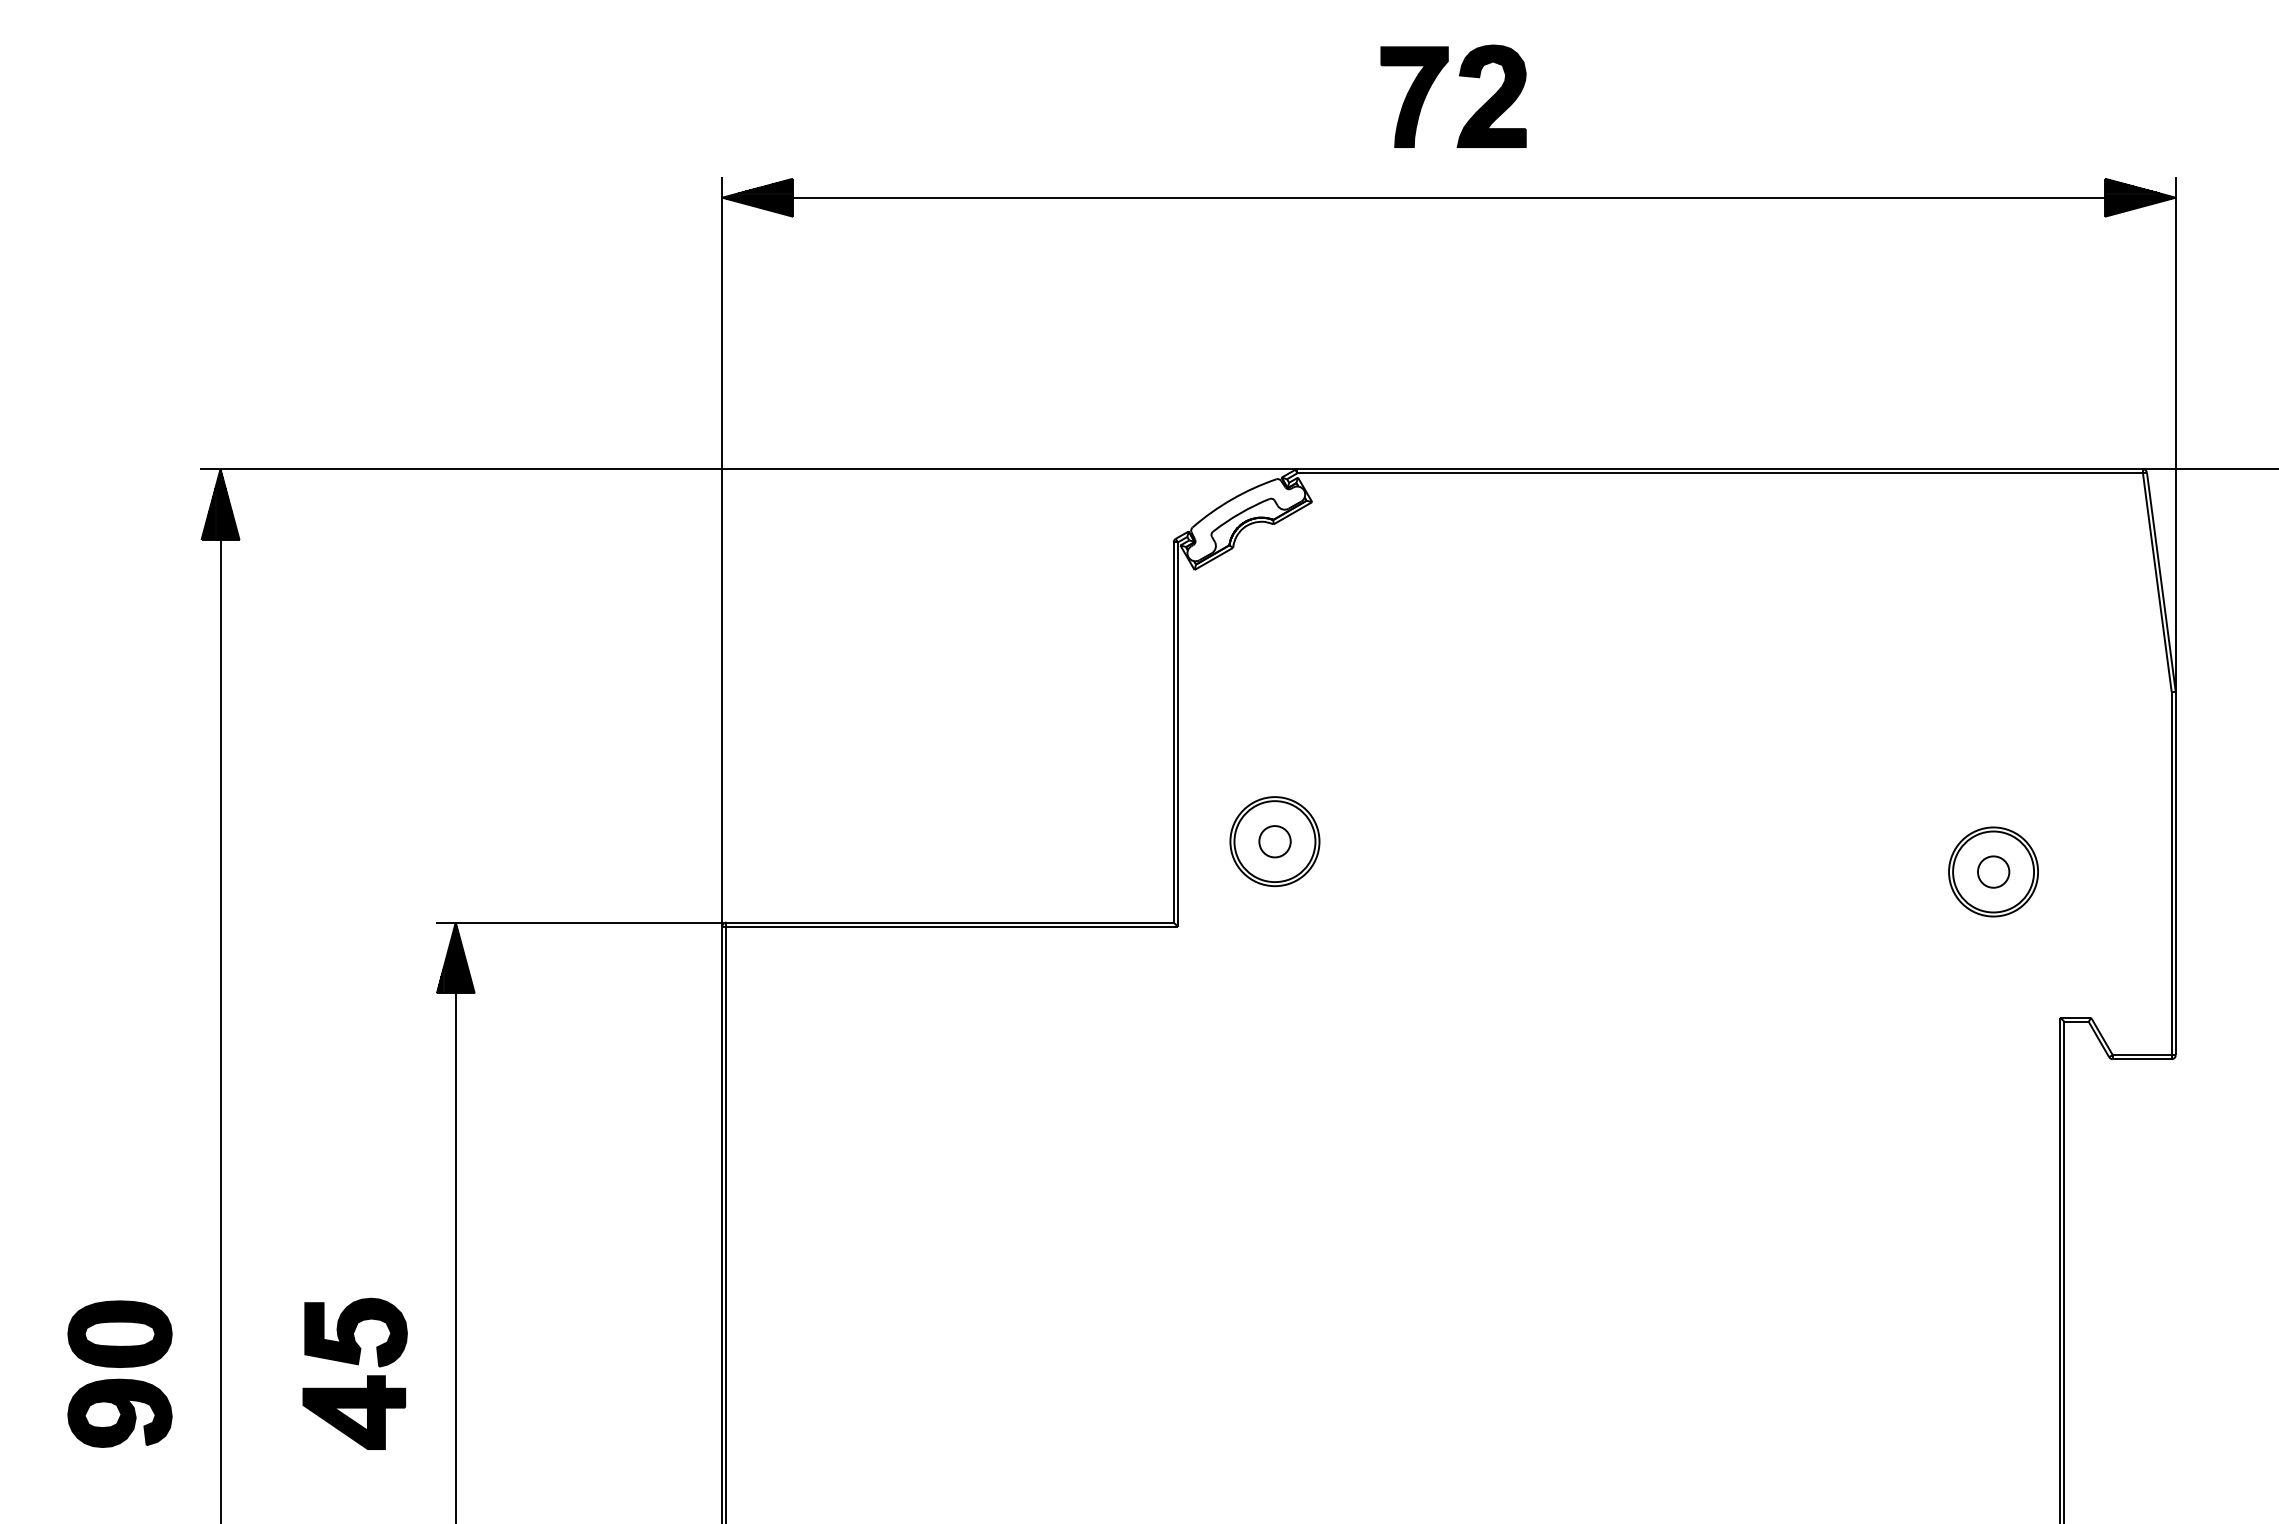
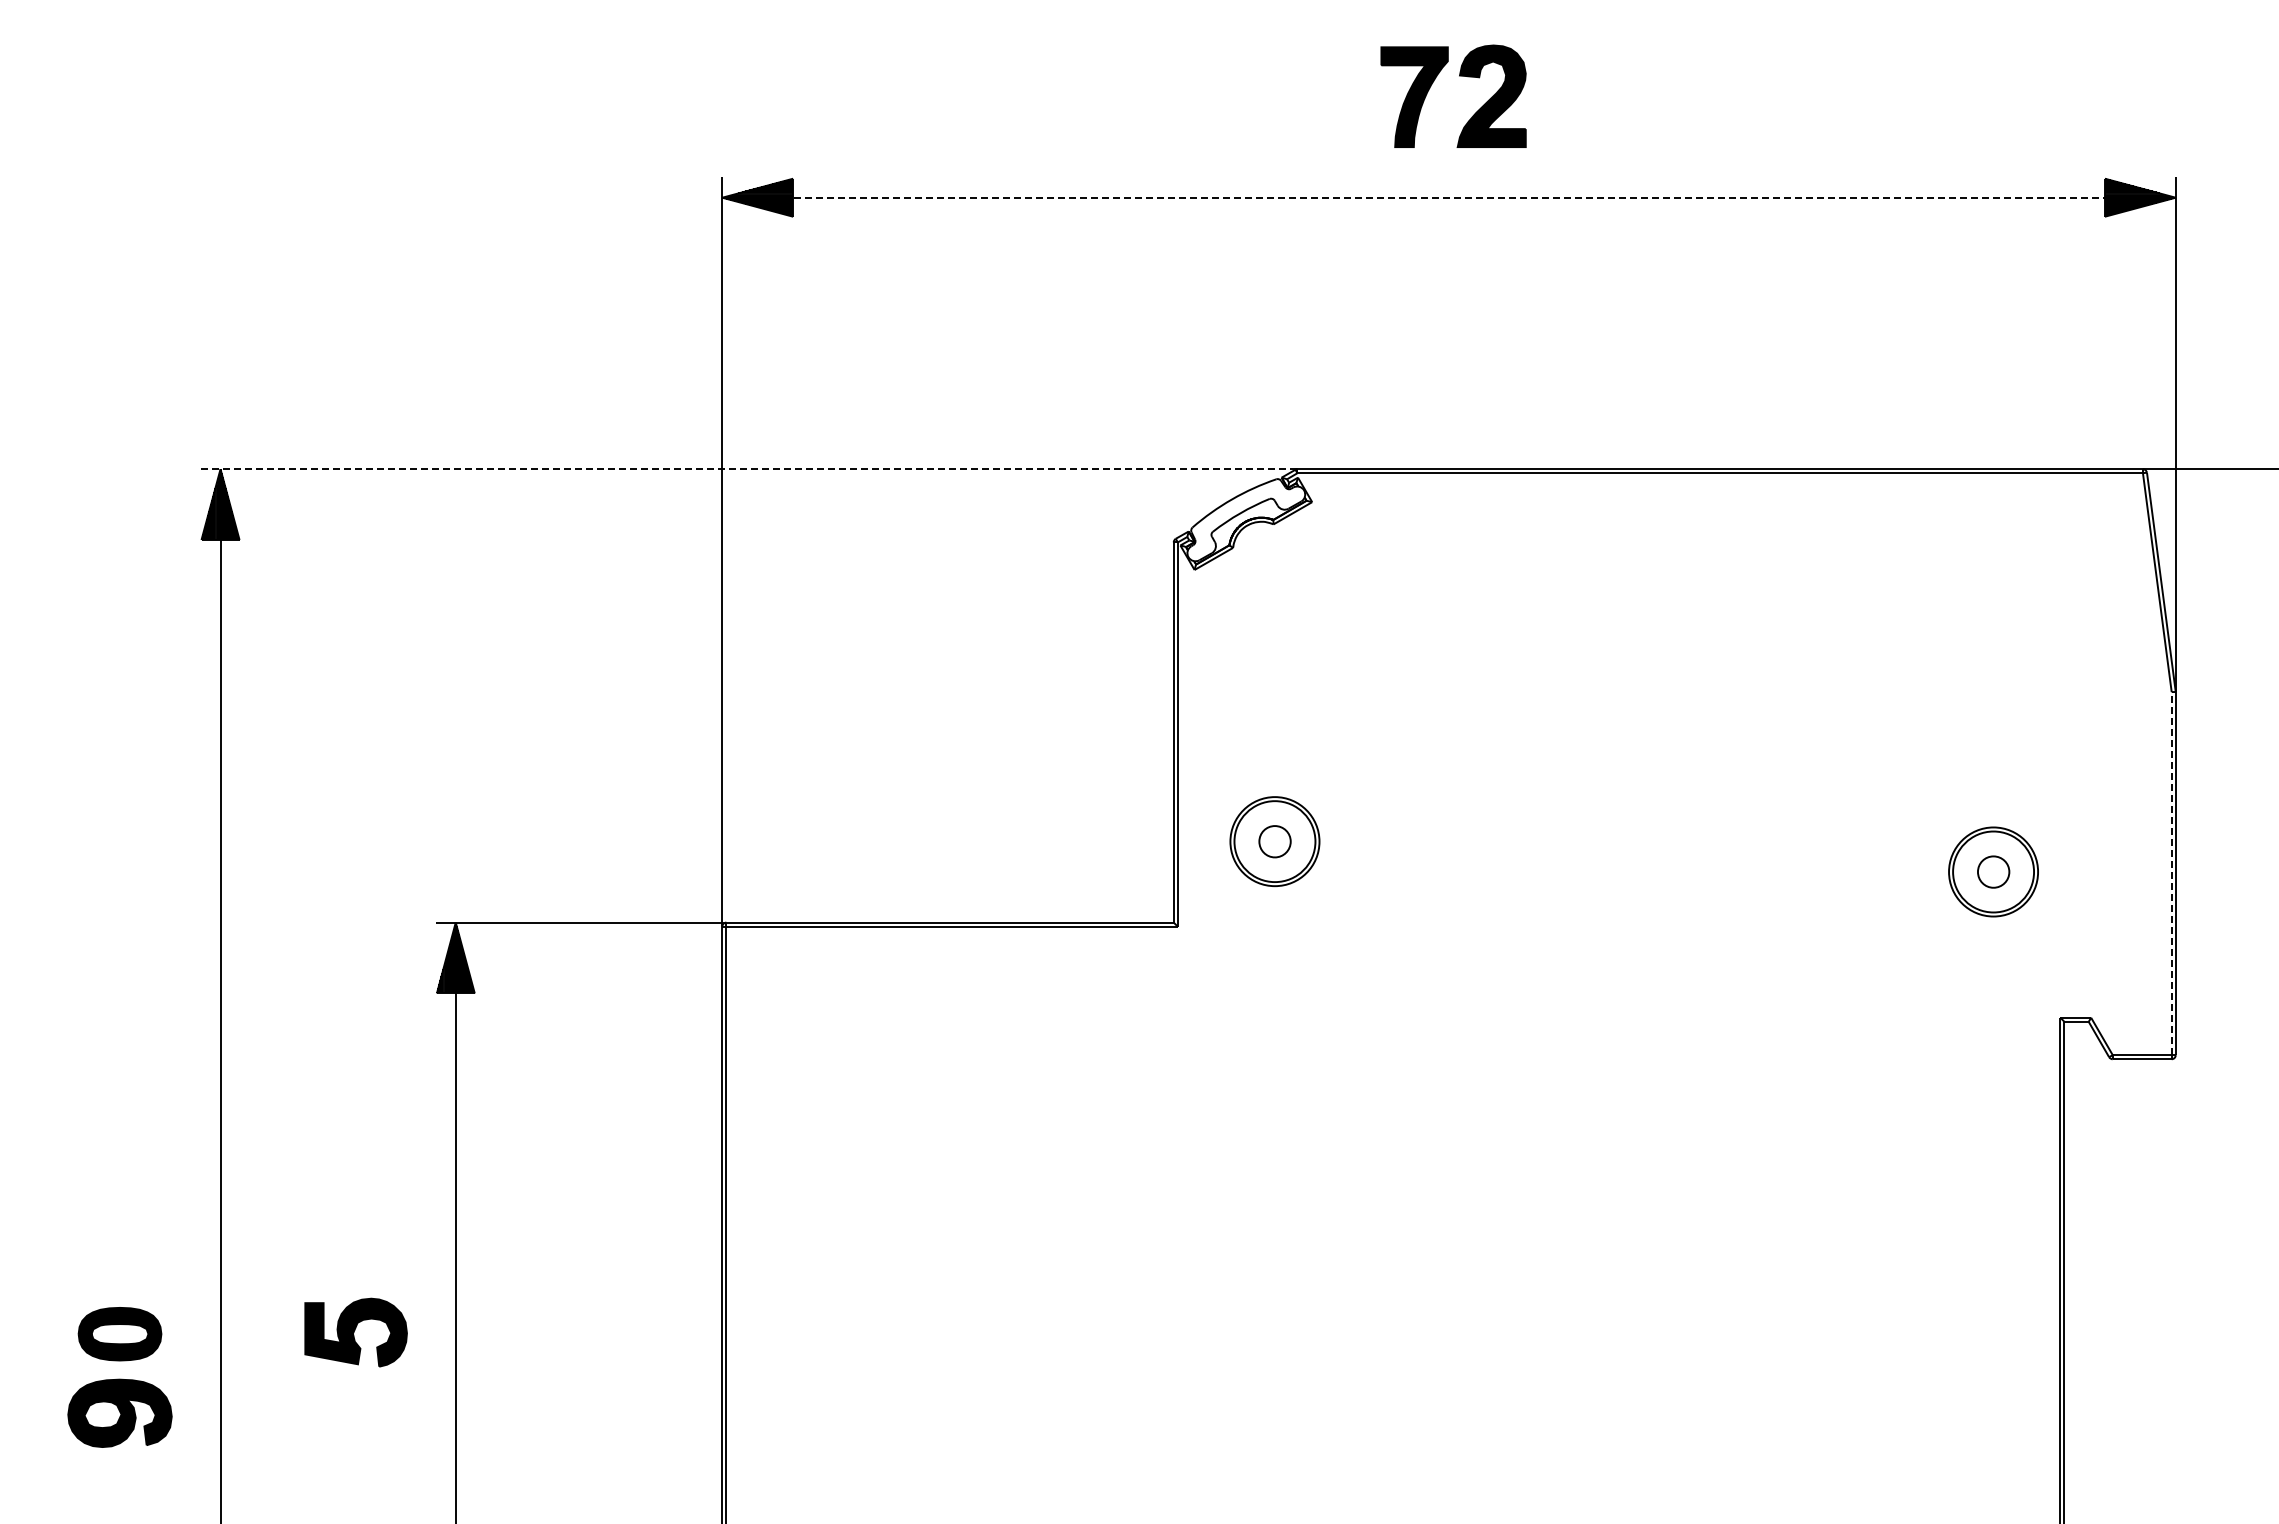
line at (1449, 197): solid -> dashed
line at (748, 469): solid -> dashed
line at (2171, 873): solid -> dashed
part at (119, 1333) size: 106x68 px -> 86x55 px
part at (353, 1412): present -> none
